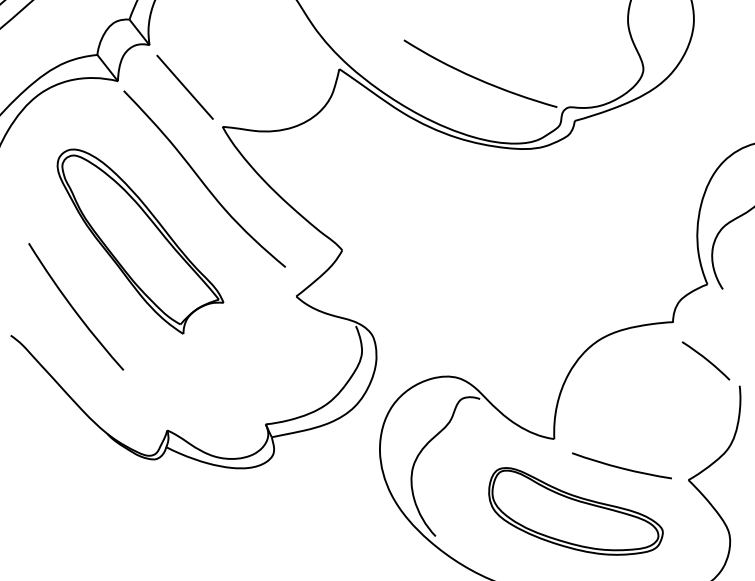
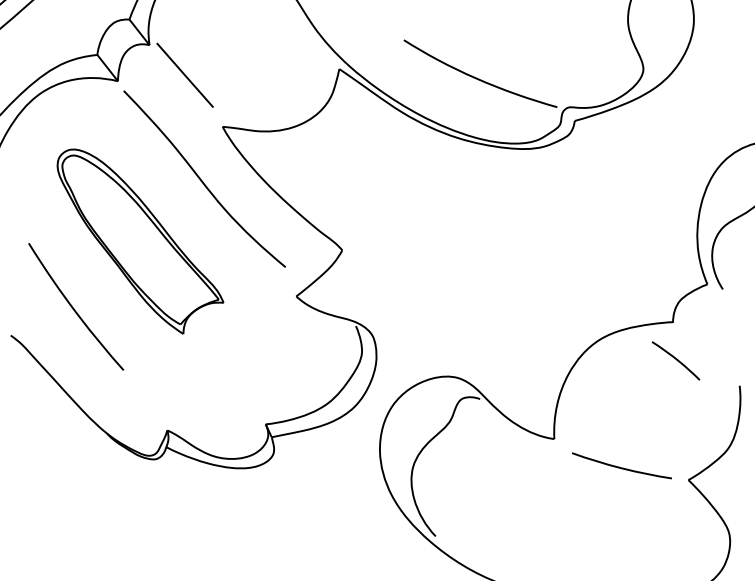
line at (184, 86) position: (184, 86) -> (184, 74)
curve at (705, 359) position: (705, 359) -> (675, 359)
part at (575, 511): present -> none
